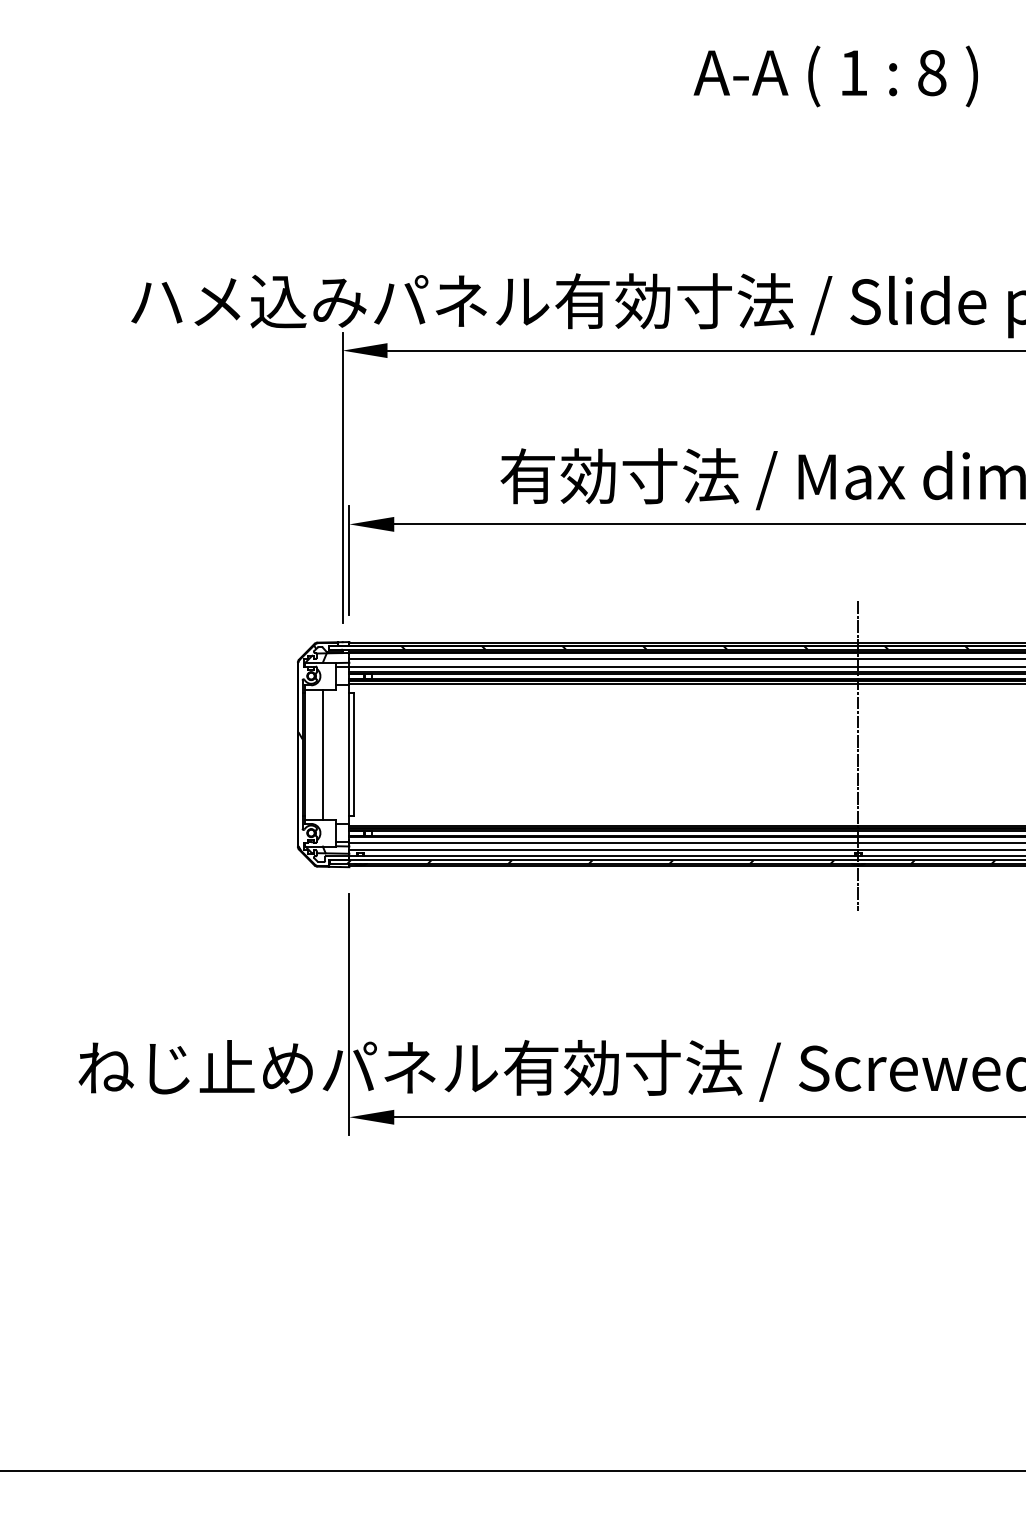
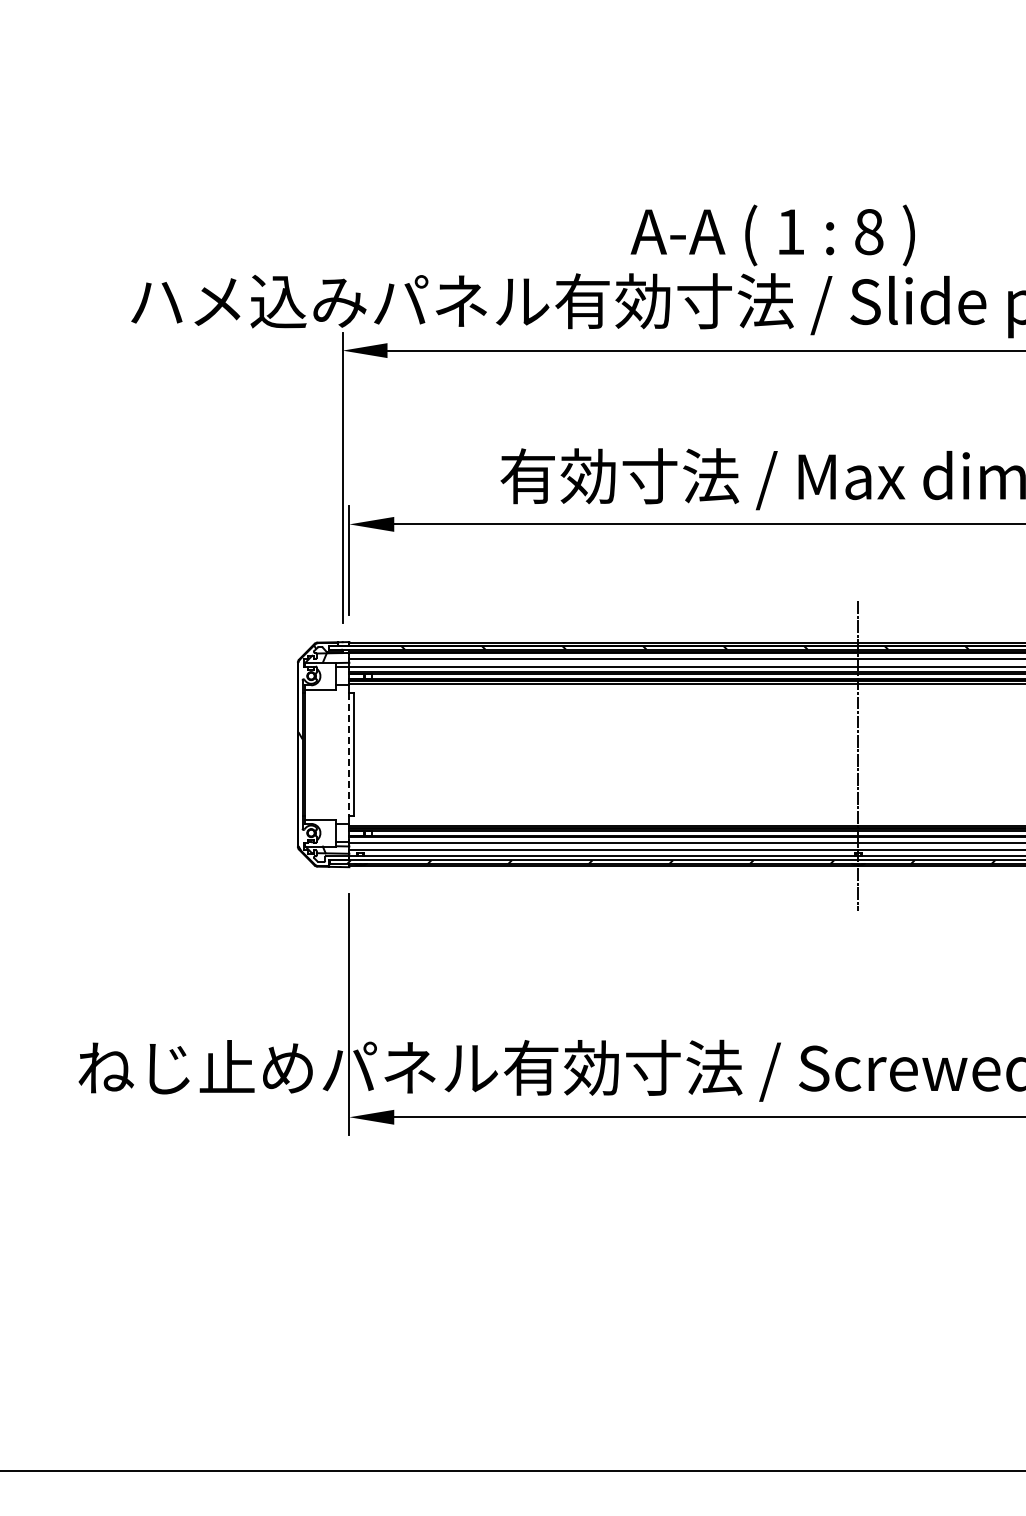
text at (835, 76) position: (835, 76) -> (772, 235)
line at (322, 754): present -> none
line at (349, 754): solid -> dashed
